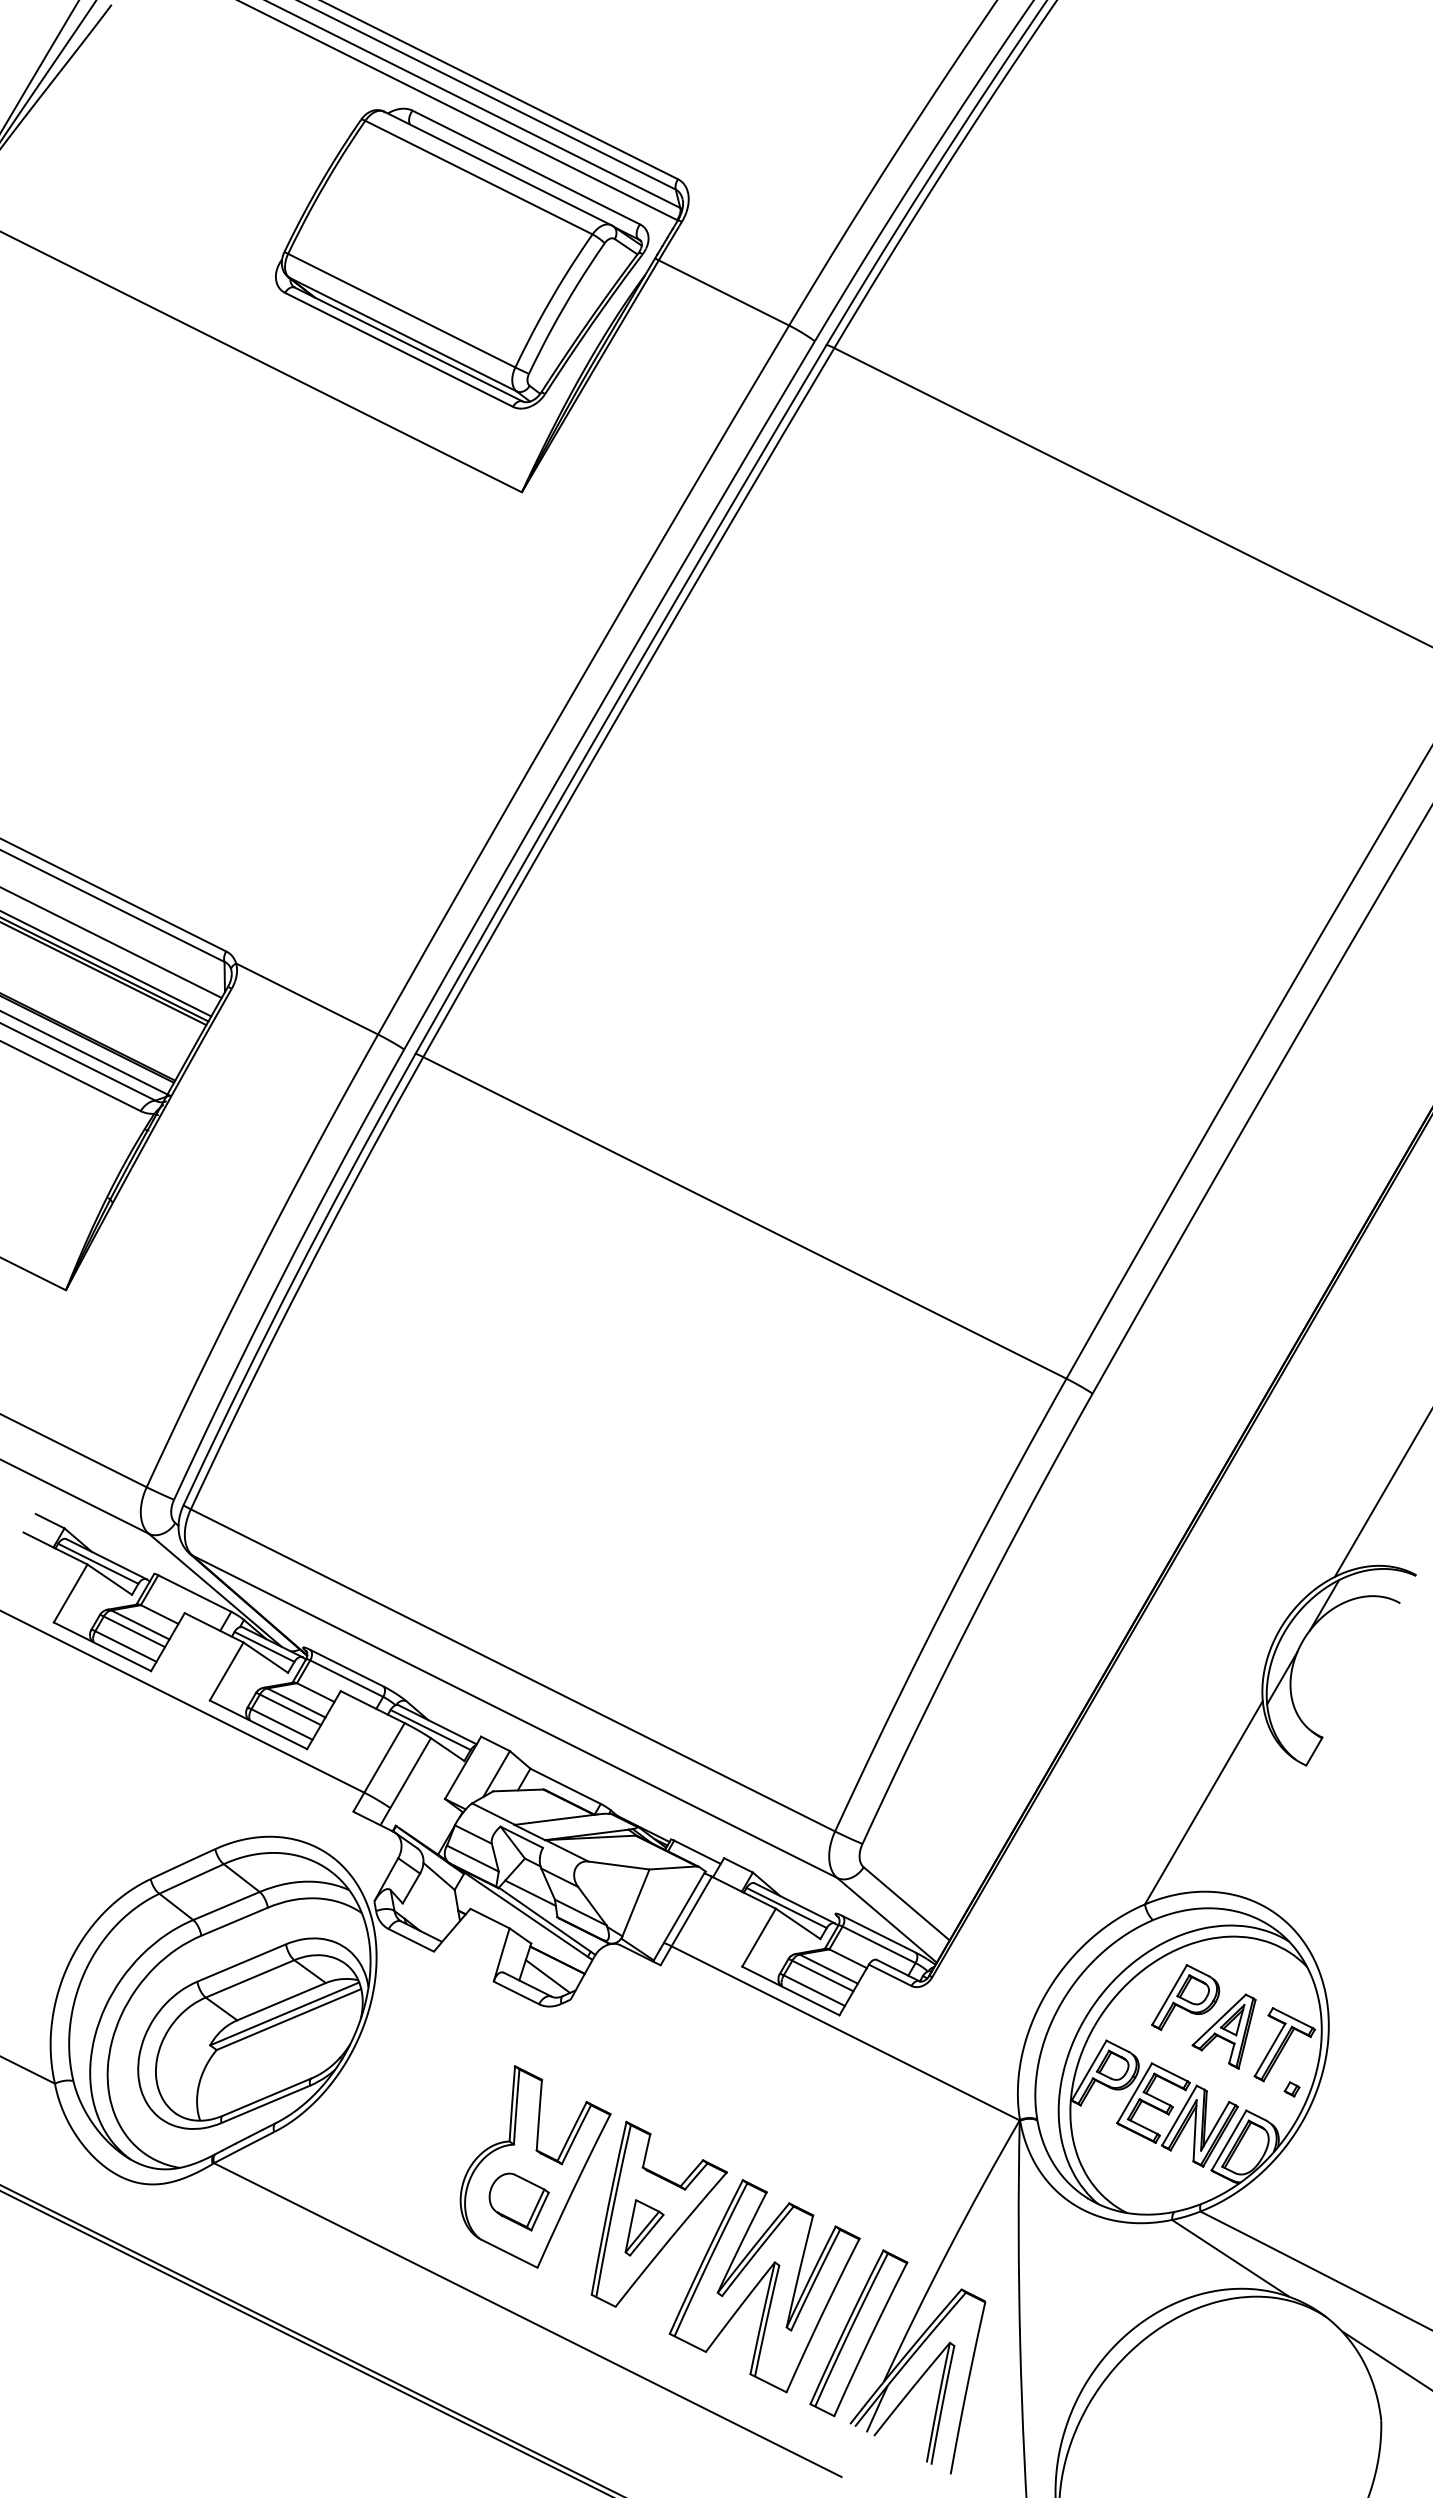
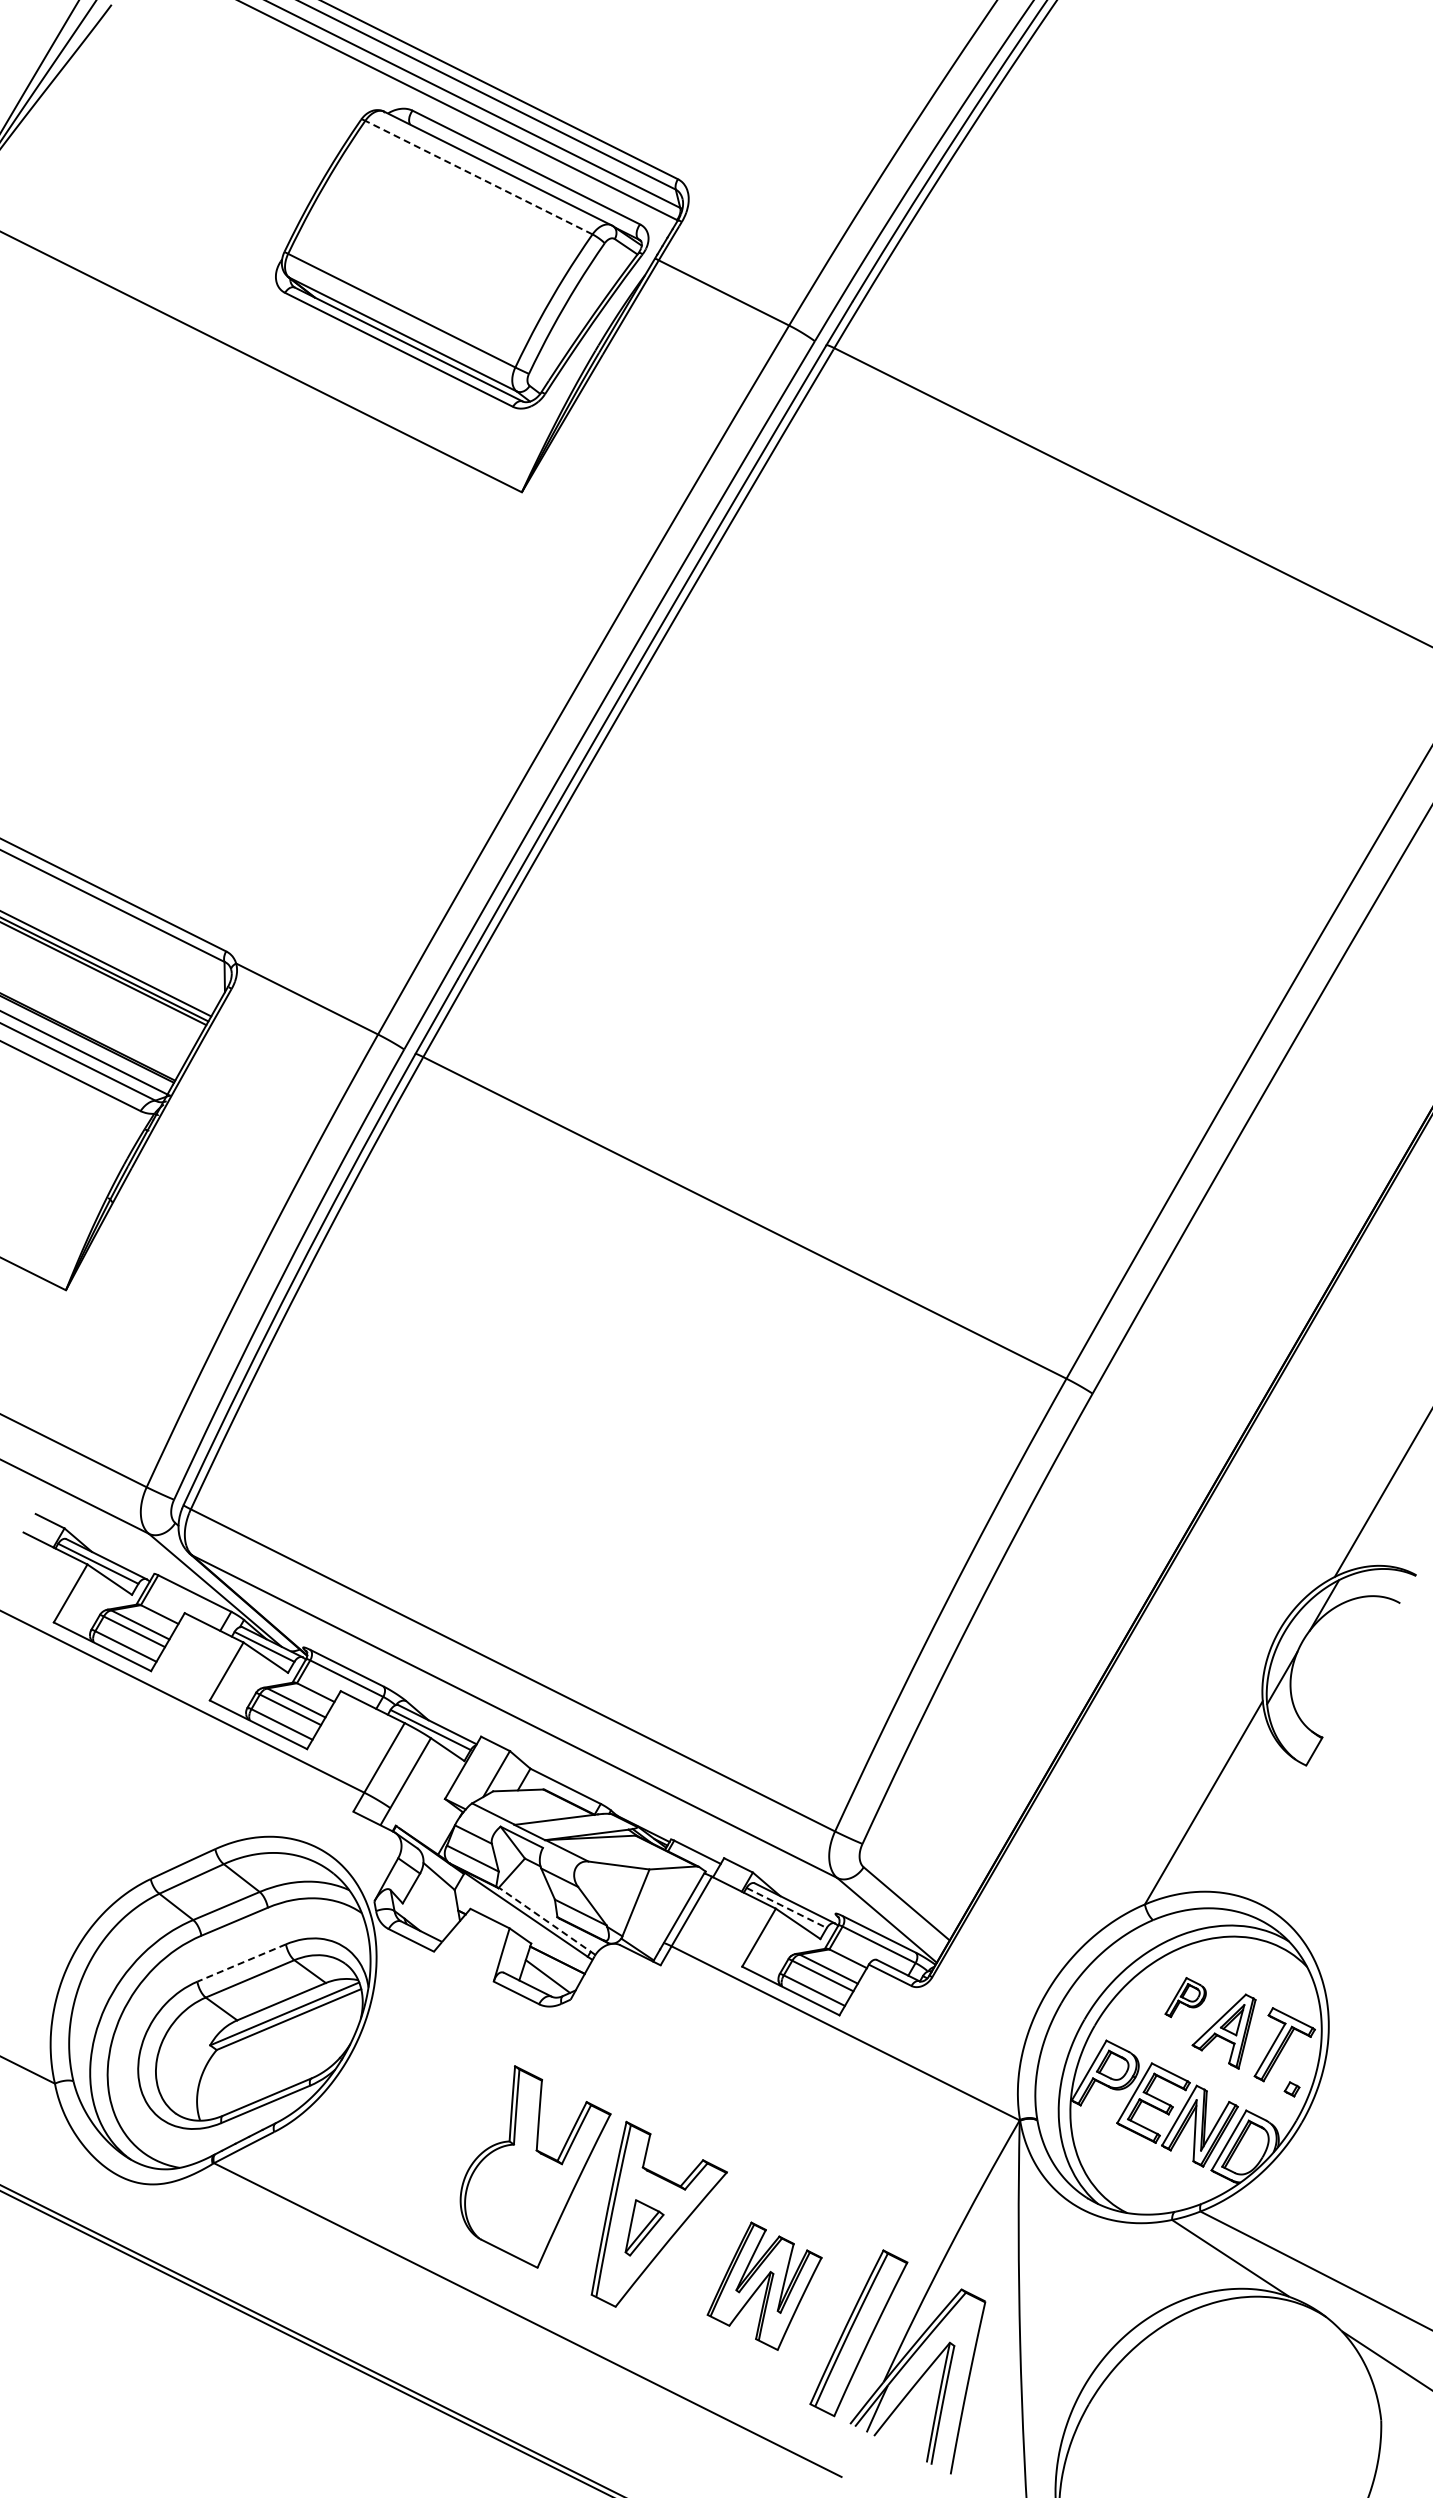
line at (478, 177): solid -> dashed
line at (111, 942): present -> none
line at (530, 1892): present -> none
line at (786, 1908): solid -> dashed
line at (547, 1921): solid -> dashed
line at (241, 1963): solid -> dashed
part at (1185, 1997) size: 70x67 px -> 43x42 px
part at (518, 2201): present -> none
part at (764, 2286) size: 193x215 px -> 117x130 px
